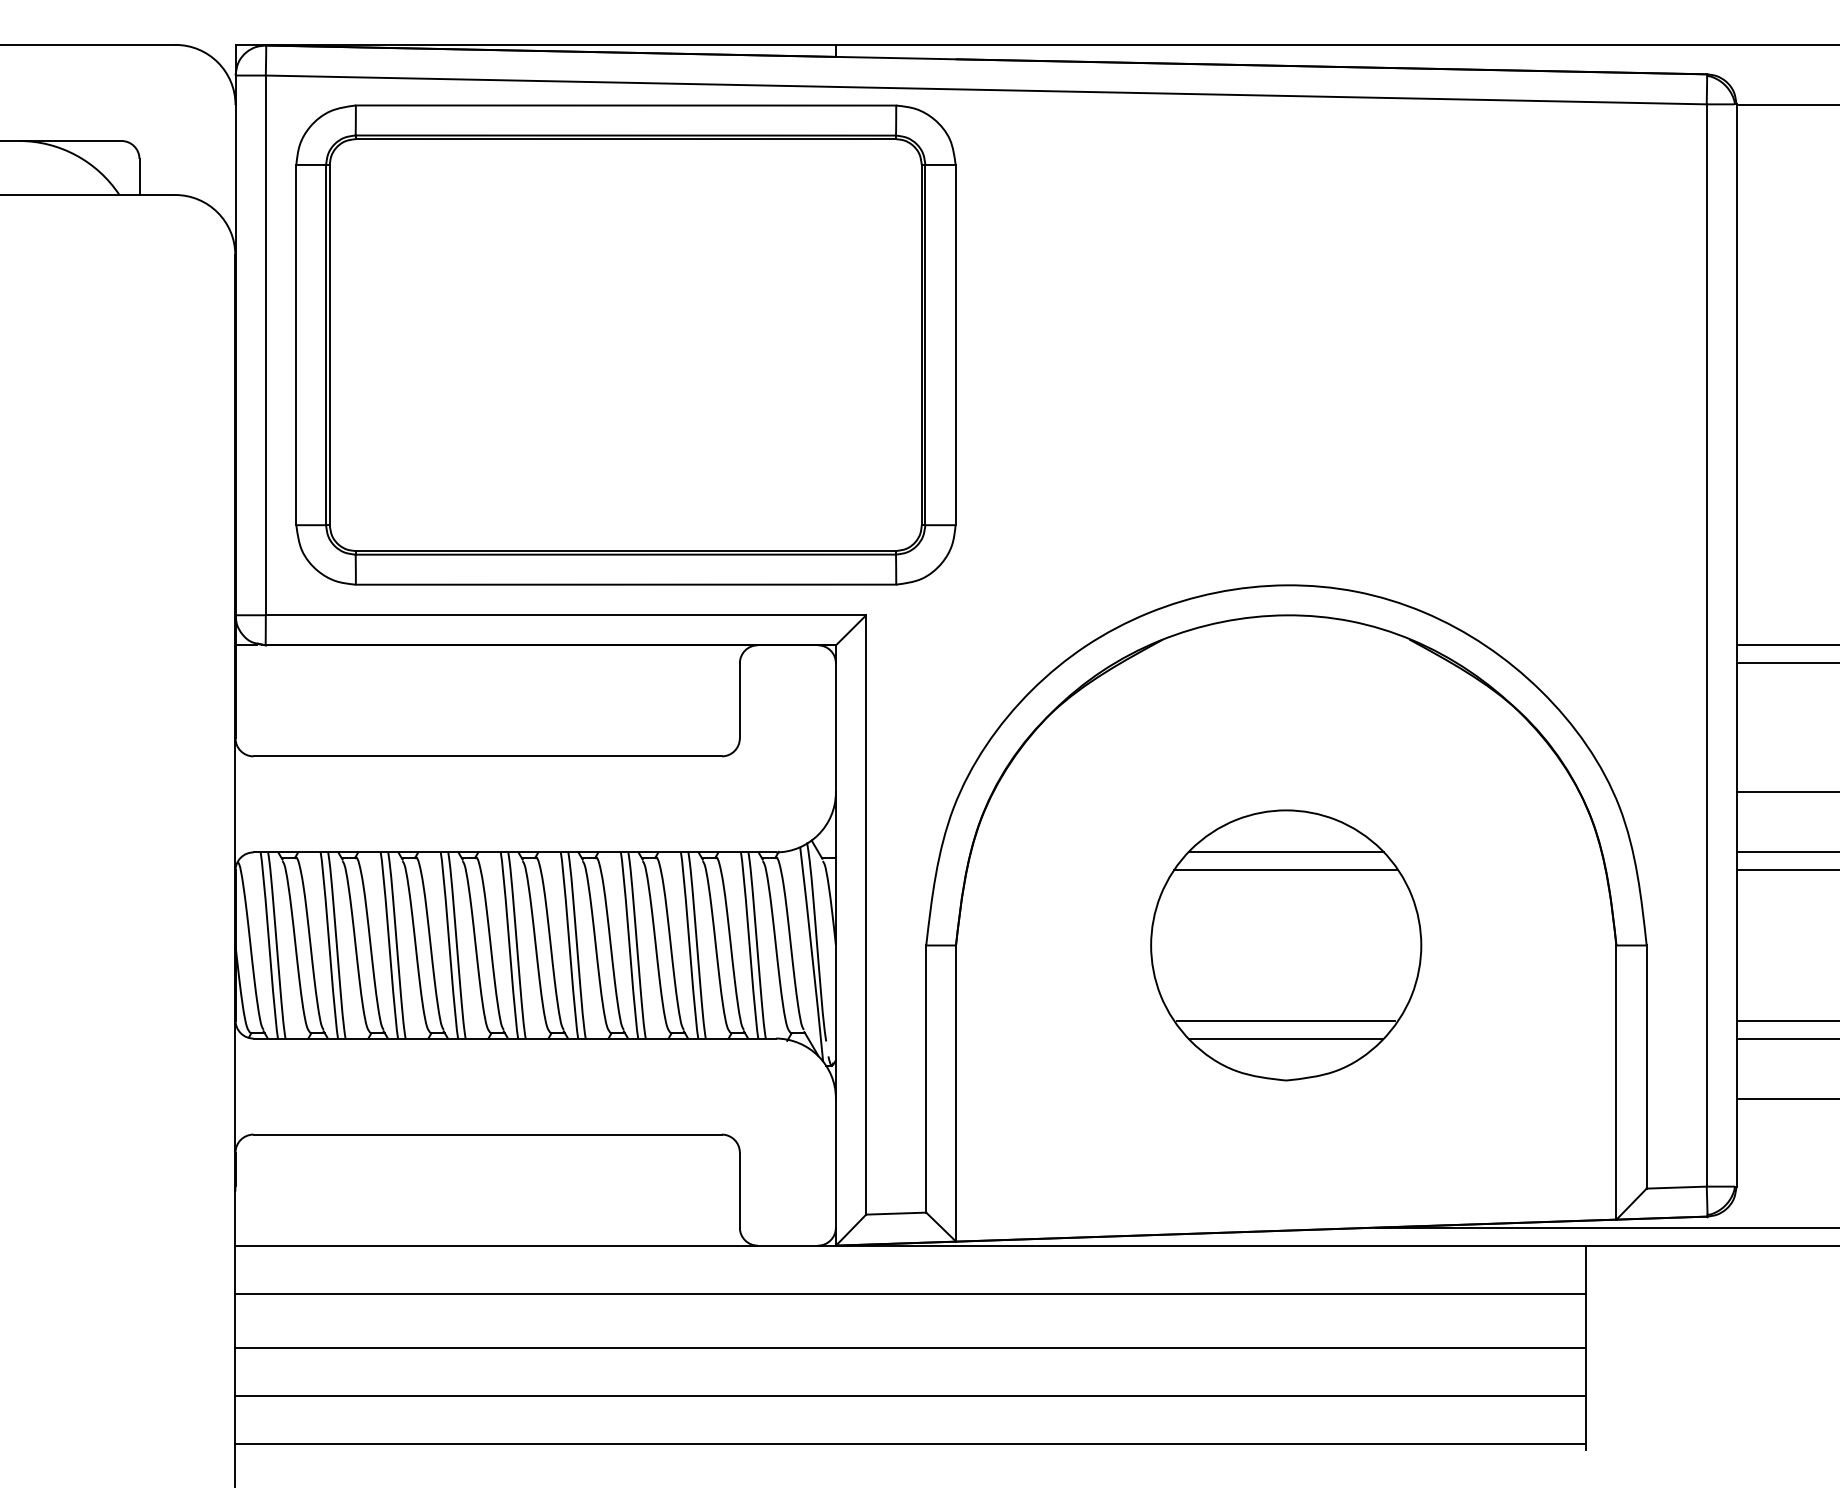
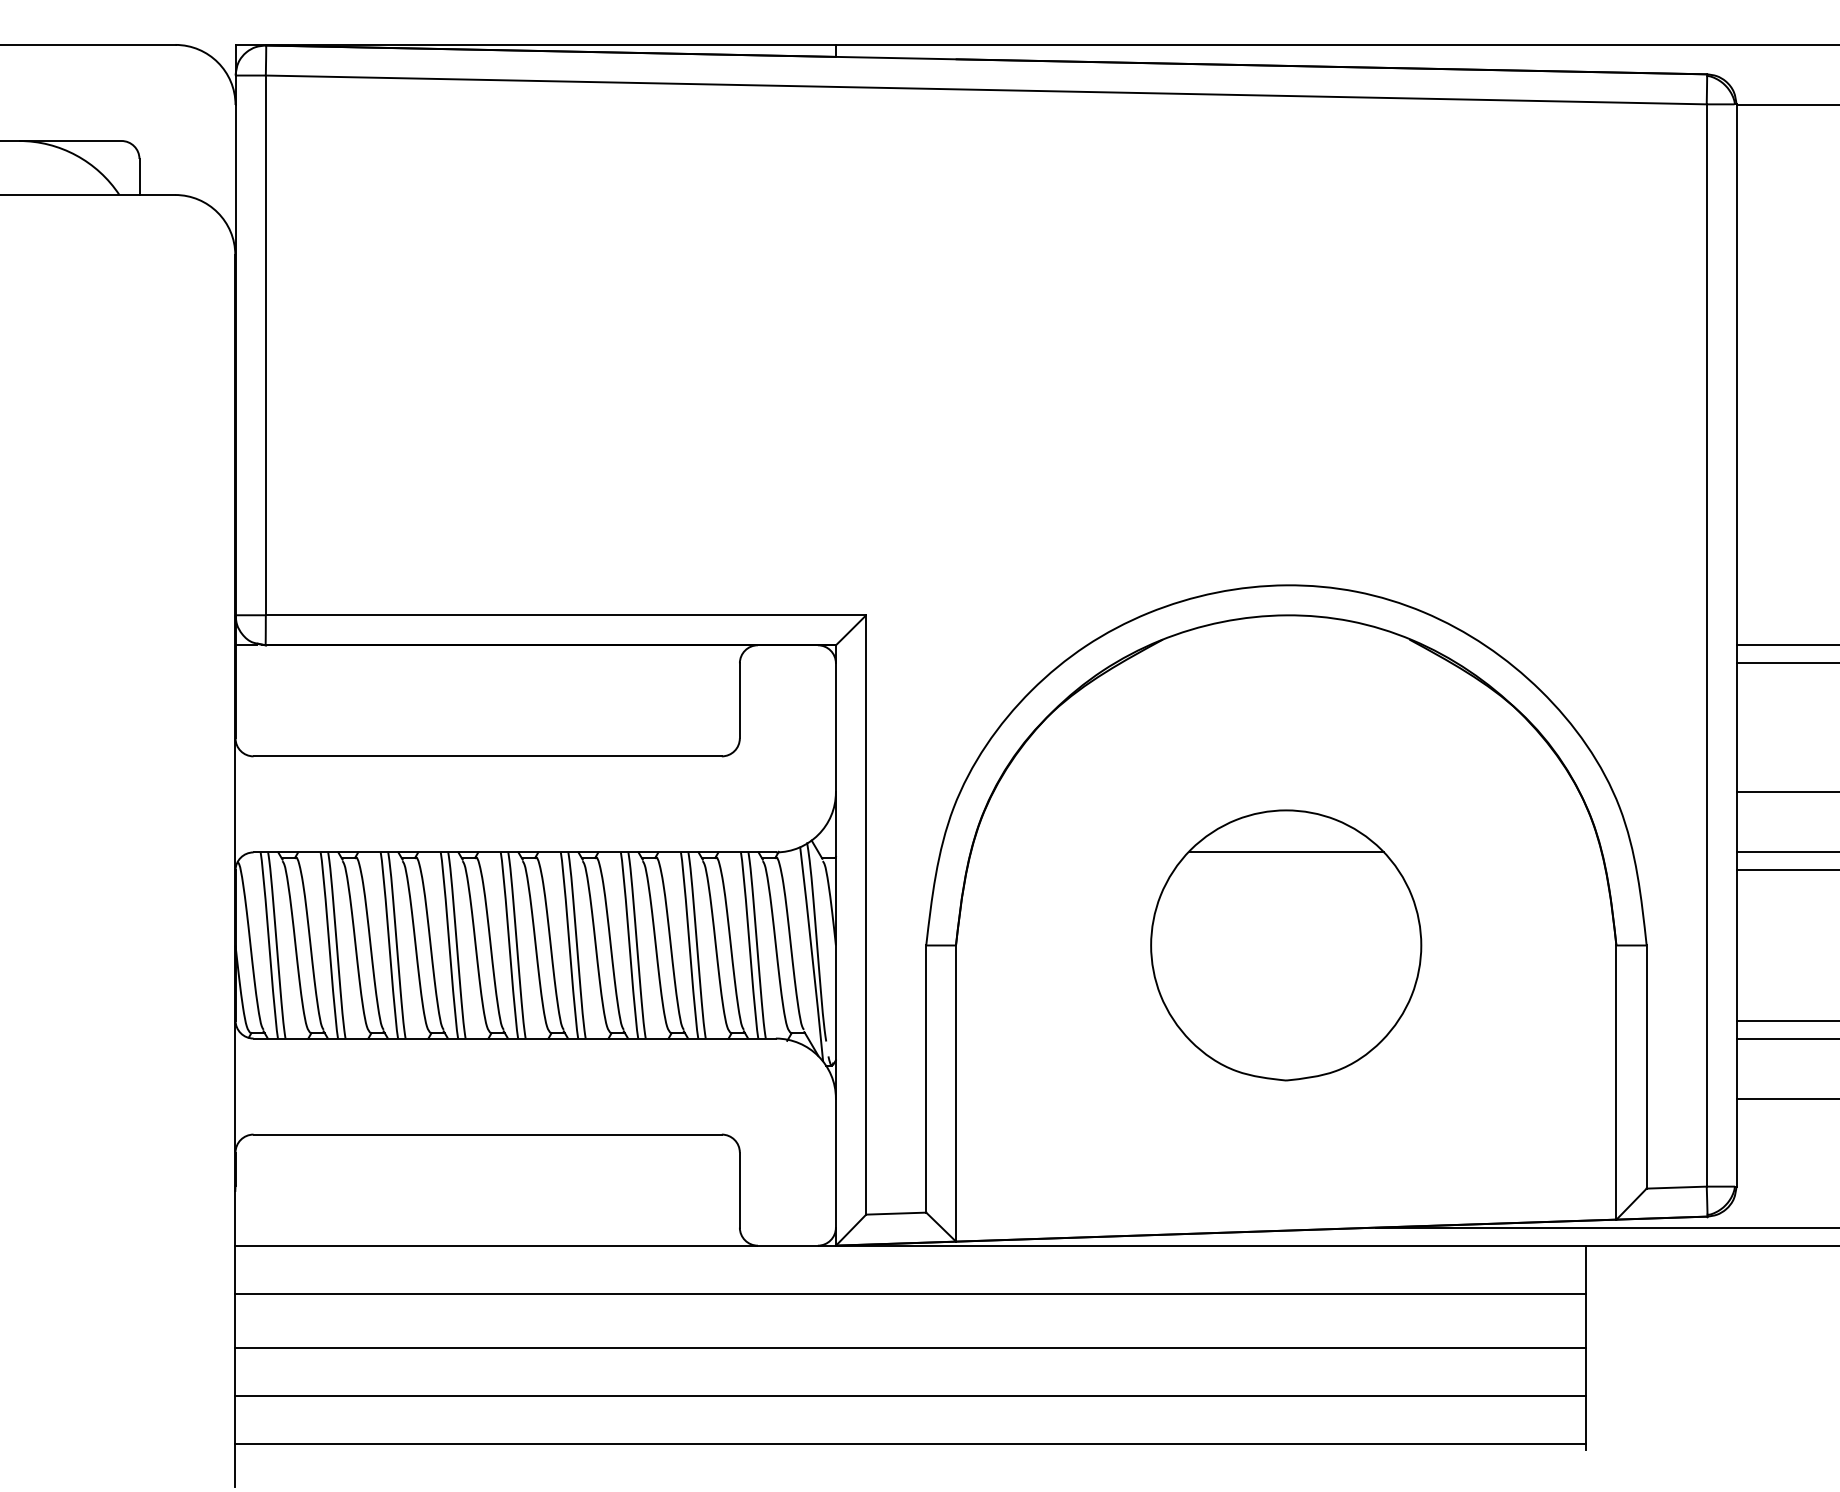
part at (625, 344): present -> none
line at (1285, 870): present -> none
line at (1286, 1020): present -> none
line at (1286, 1038): present -> none
